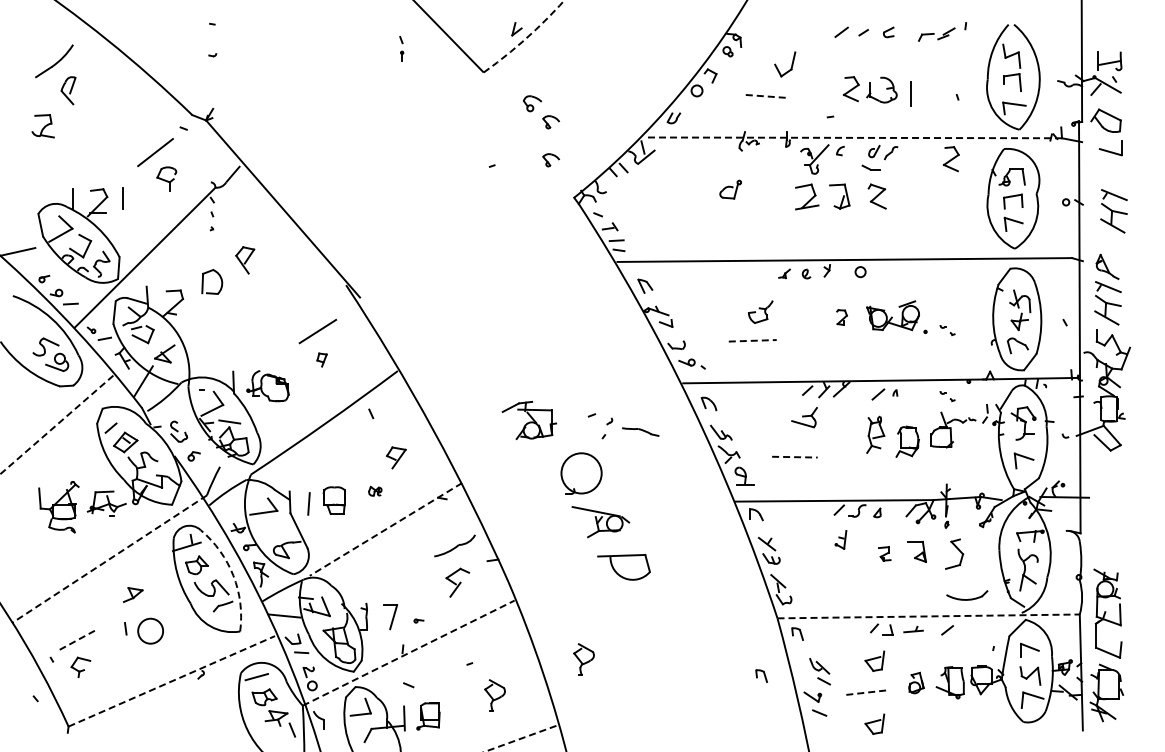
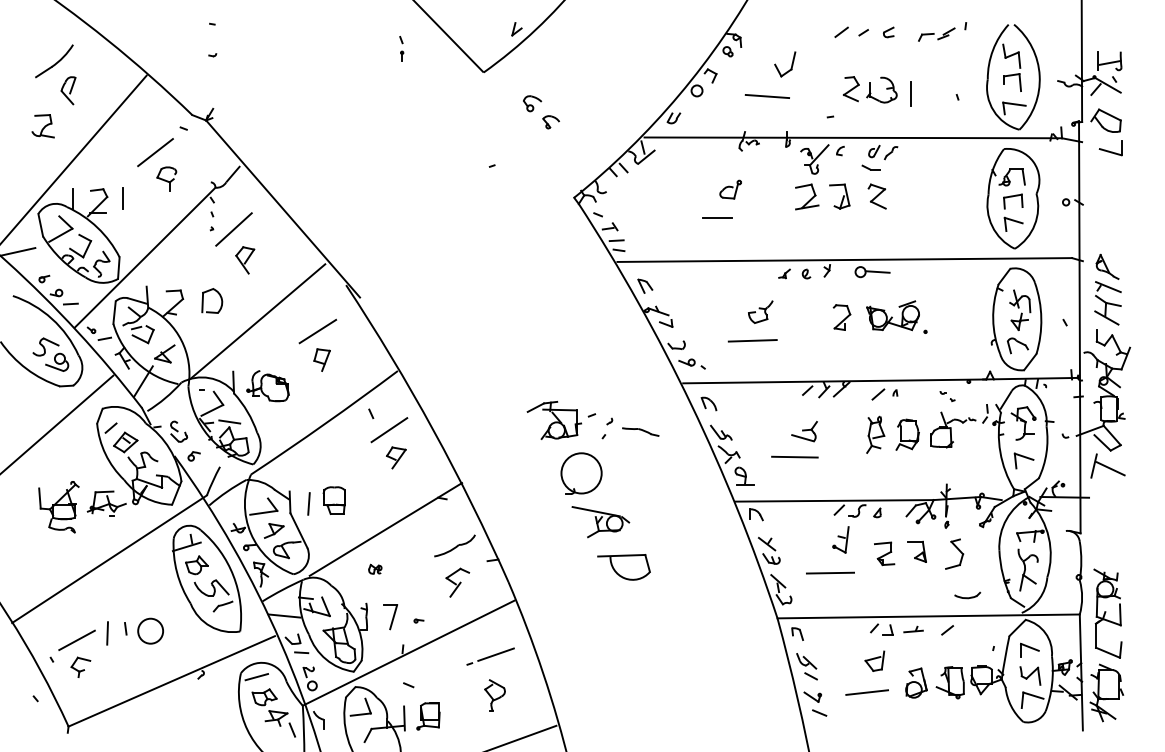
arc at (526, 38): dashed -> solid
line at (767, 96): dashed -> solid
line at (853, 137): dashed -> solid
line at (74, 158): none -> present
part at (951, 159): present -> none
part at (550, 160): present -> none
part at (1113, 211): present -> none
line at (716, 217): none -> present
line at (233, 229): none -> present
line at (877, 271): none -> present
part at (219, 277) position: (219, 277) -> (219, 296)
part at (841, 317) size: 12x17 px -> 20x27 px
line at (257, 321): none -> present
part at (947, 330): present -> none
line at (752, 340): dashed -> solid
part at (321, 359) size: 12x16 px -> 18x24 px
part at (804, 417) position: (804, 417) -> (804, 431)
part at (528, 420) position: (528, 420) -> (553, 420)
line at (56, 424): dashed -> solid
line at (389, 430): none -> present
part at (907, 441) position: (907, 441) -> (907, 434)
line at (794, 457): dashed -> solid
part at (1107, 465): none -> present
part at (375, 490) position: (375, 490) -> (375, 568)
line at (385, 529): dashed -> solid
part at (840, 539) size: 14x20 px -> 18x28 px
part at (884, 553) size: 14x16 px -> 22x26 px
line at (109, 559): dashed -> solid
line at (830, 572): none -> present
arc at (233, 575): dashed -> solid
part at (132, 594) position: (132, 594) -> (273, 530)
part at (967, 595) size: 43x11 px -> 28x9 px
line at (929, 616): dashed -> solid
line at (107, 633): none -> present
line at (76, 640): dashed -> solid
line at (409, 652): dashed -> solid
line at (495, 654): none -> present
part at (583, 659): present -> none
part at (819, 671) position: (819, 671) -> (806, 666)
part at (761, 675): present -> none
line at (171, 681): dashed -> solid
part at (916, 682) size: 17x24 px -> 23x32 px
line at (867, 692): dashed -> solid
part at (874, 723): present -> none
line at (520, 738): dashed -> solid
